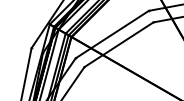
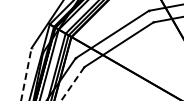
line at (26, 74): solid -> dashed
line at (72, 84): solid -> dashed
